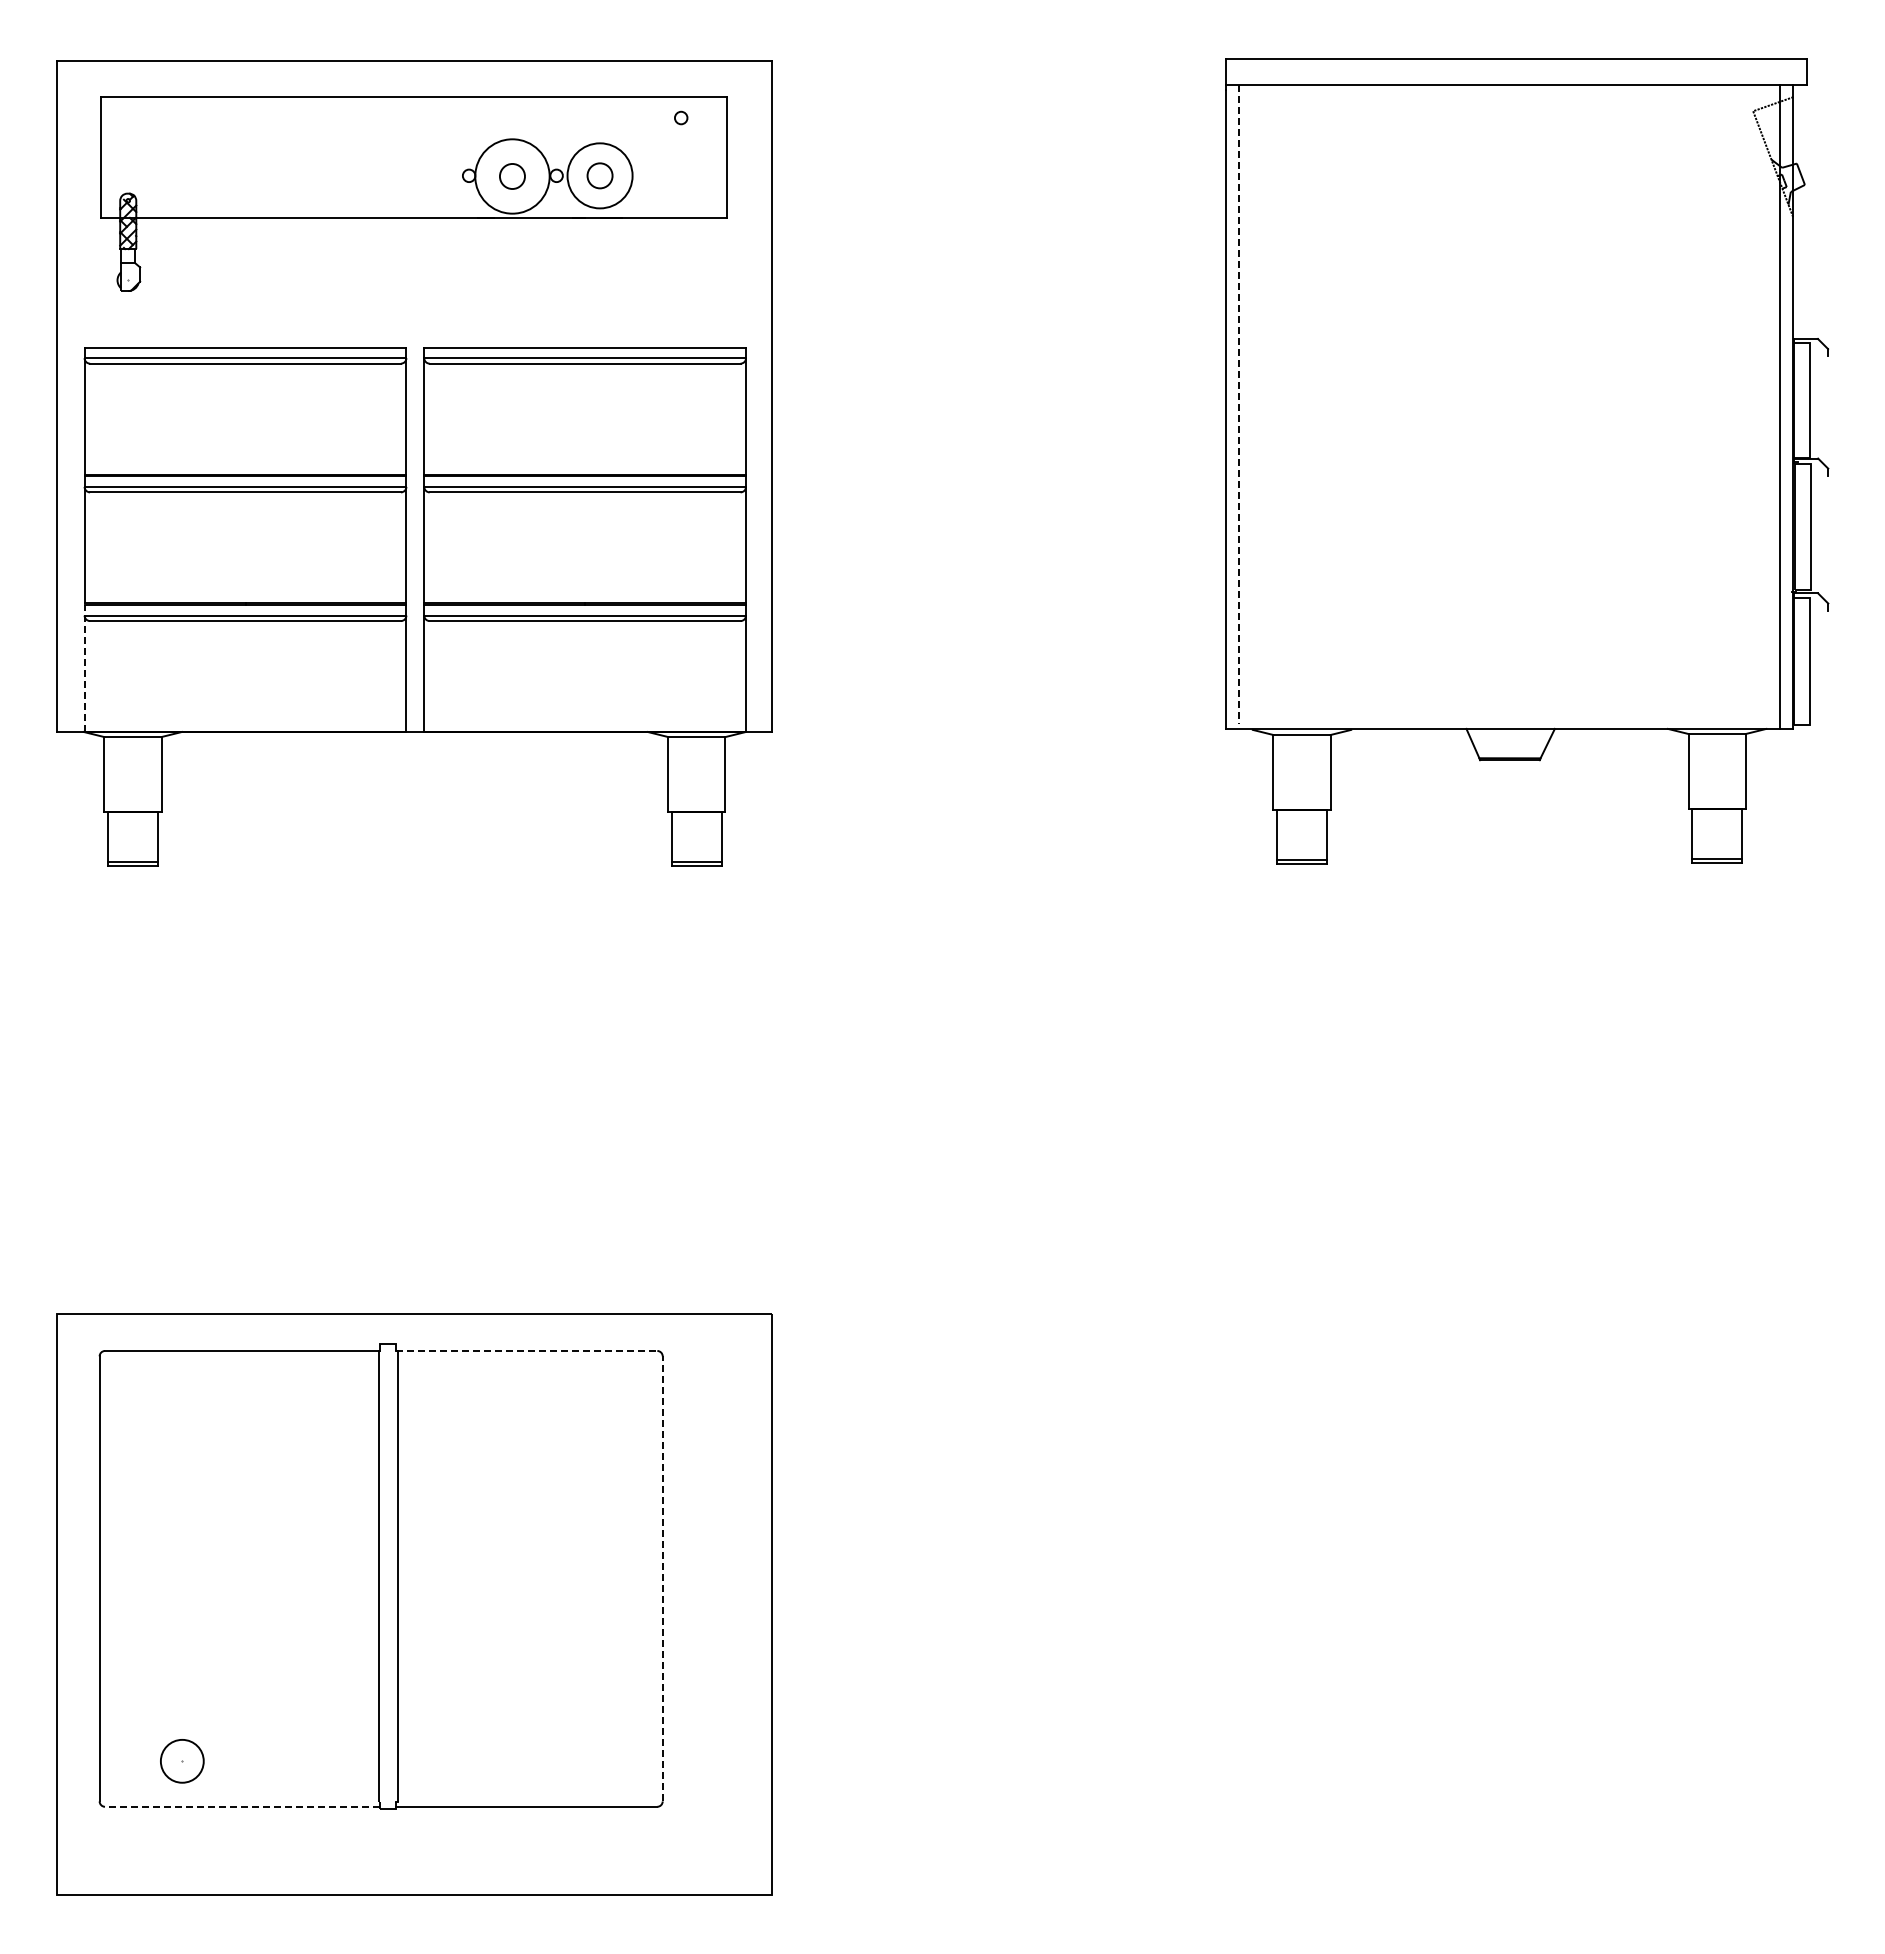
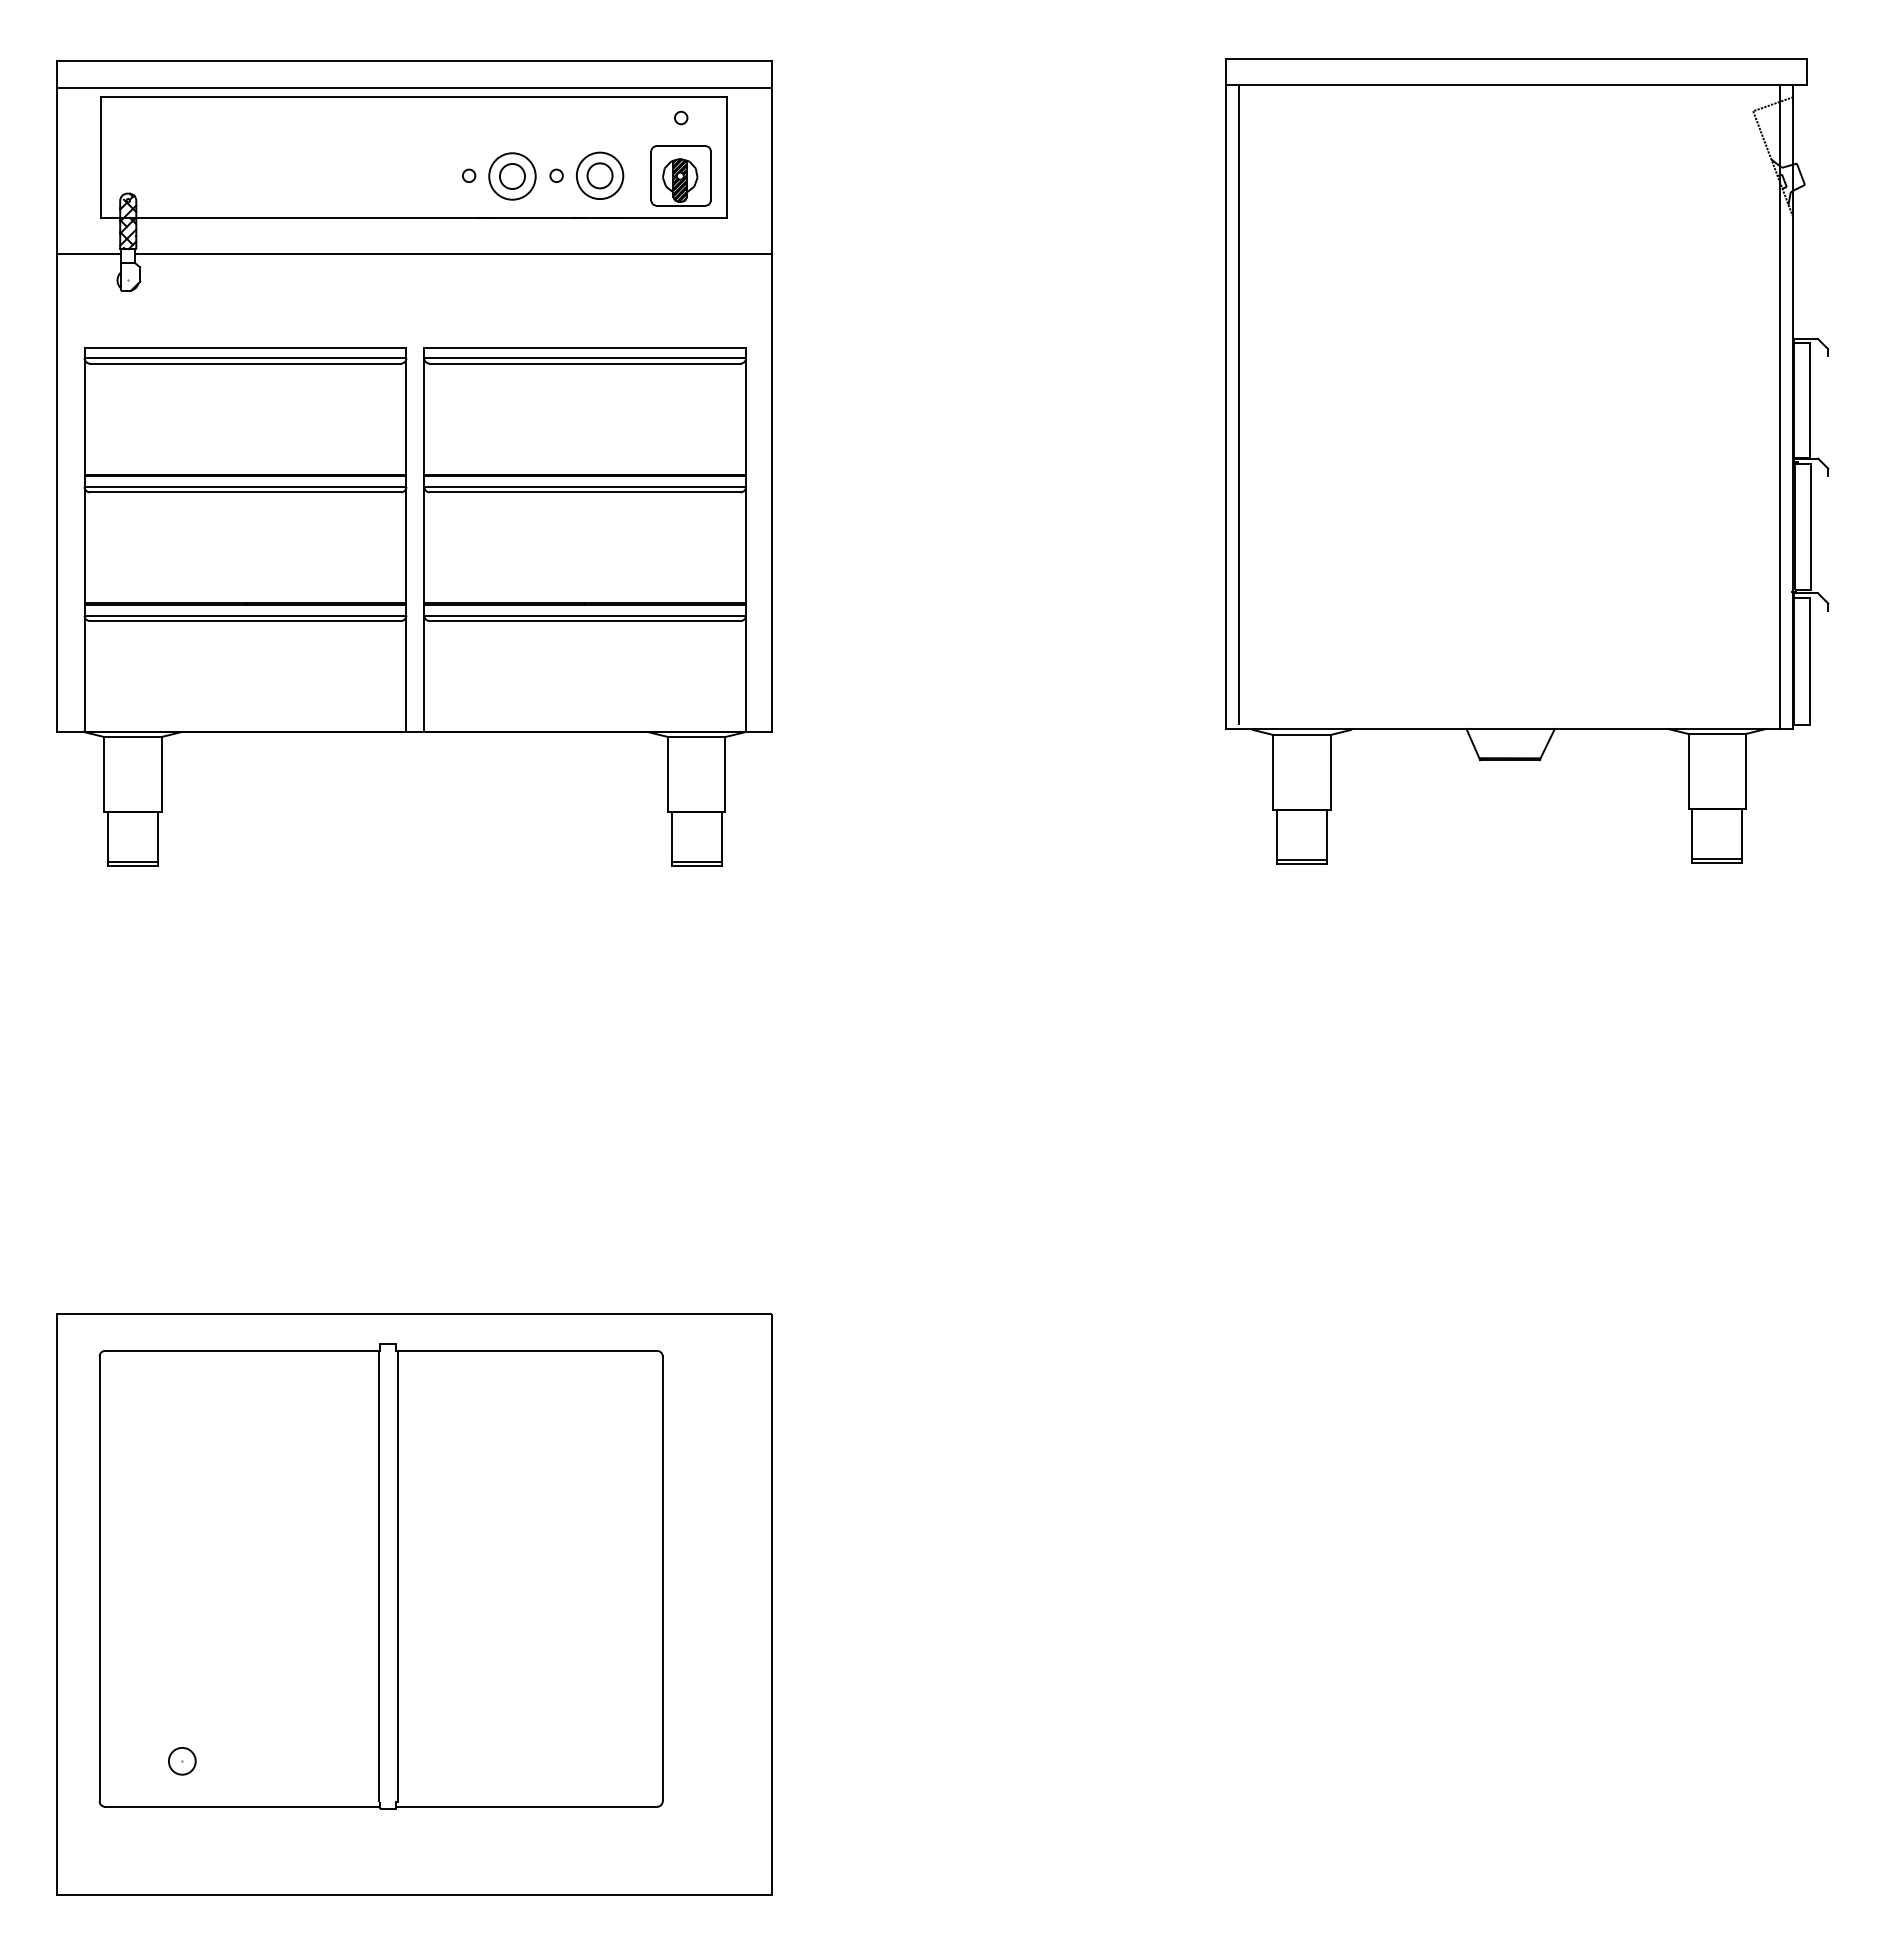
line at (413, 88): none -> present
circle at (599, 175) diameter: 65 px -> 46 px
part at (680, 175): none -> present
circle at (512, 176) diameter: 74 px -> 46 px
line at (88, 253): none -> present
line at (453, 253): none -> present
line at (1239, 405): dashed -> solid
line at (84, 668): dashed -> solid
line at (527, 1350): dashed -> solid
line at (662, 1578): dashed -> solid
circle at (181, 1760) diameter: 43 px -> 27 px
line at (242, 1806): dashed -> solid
